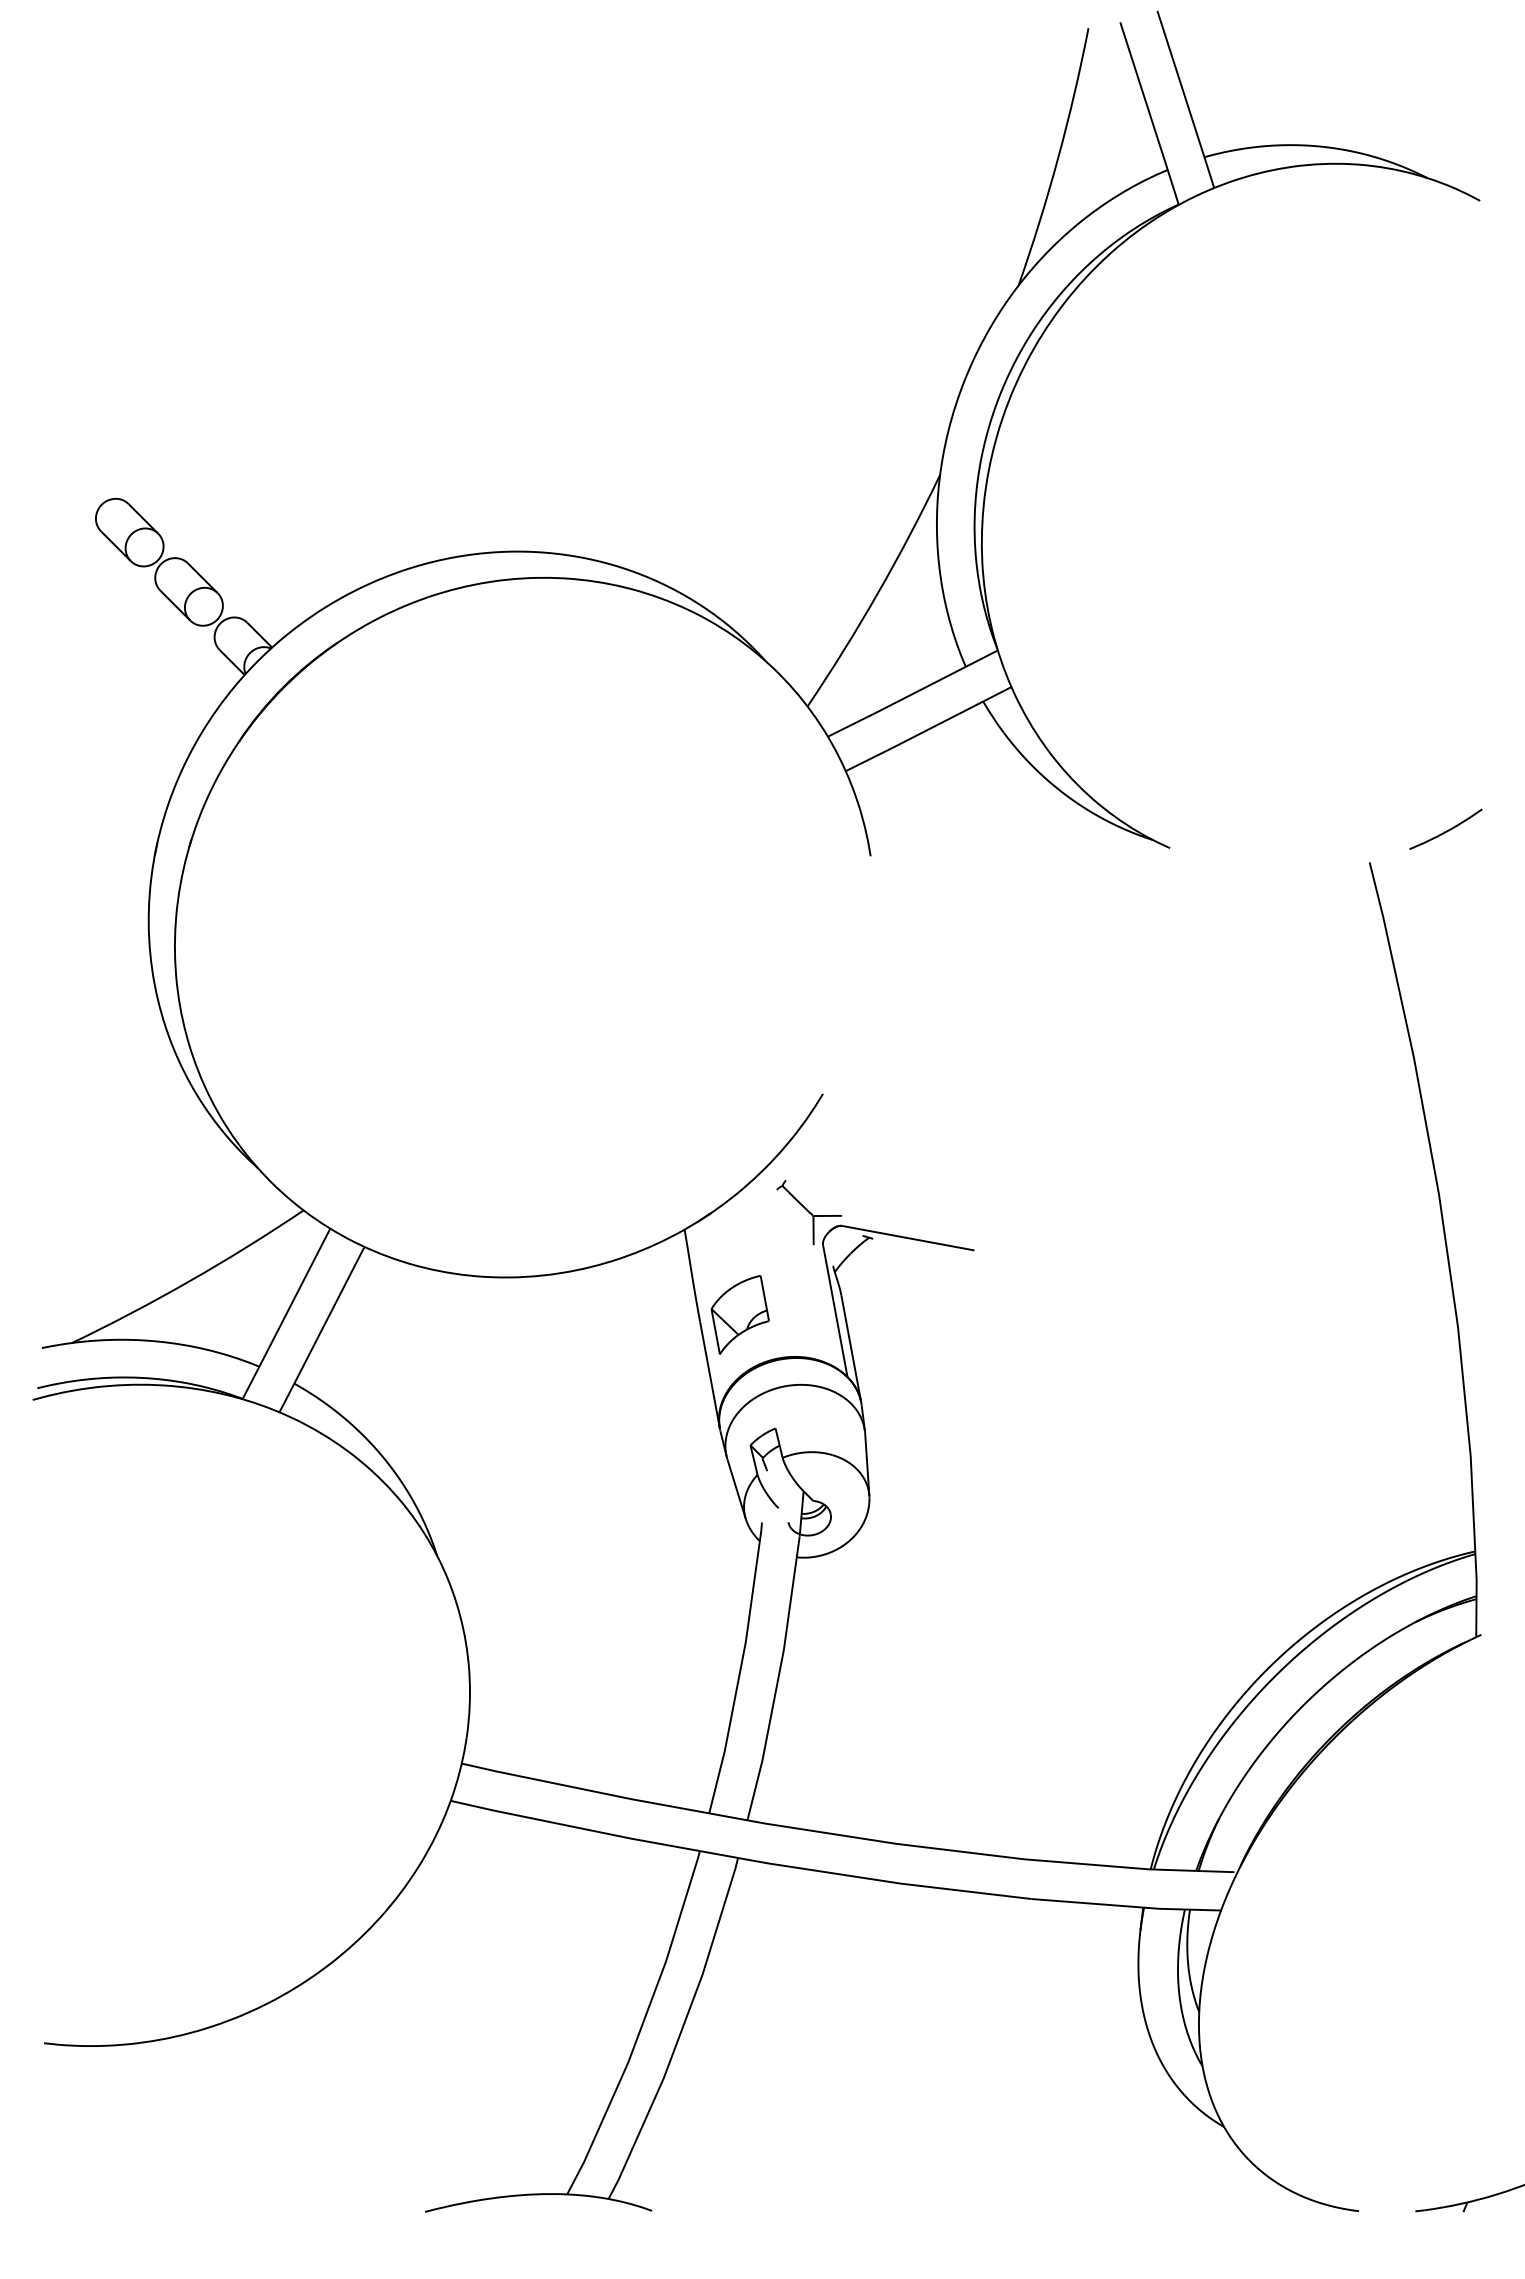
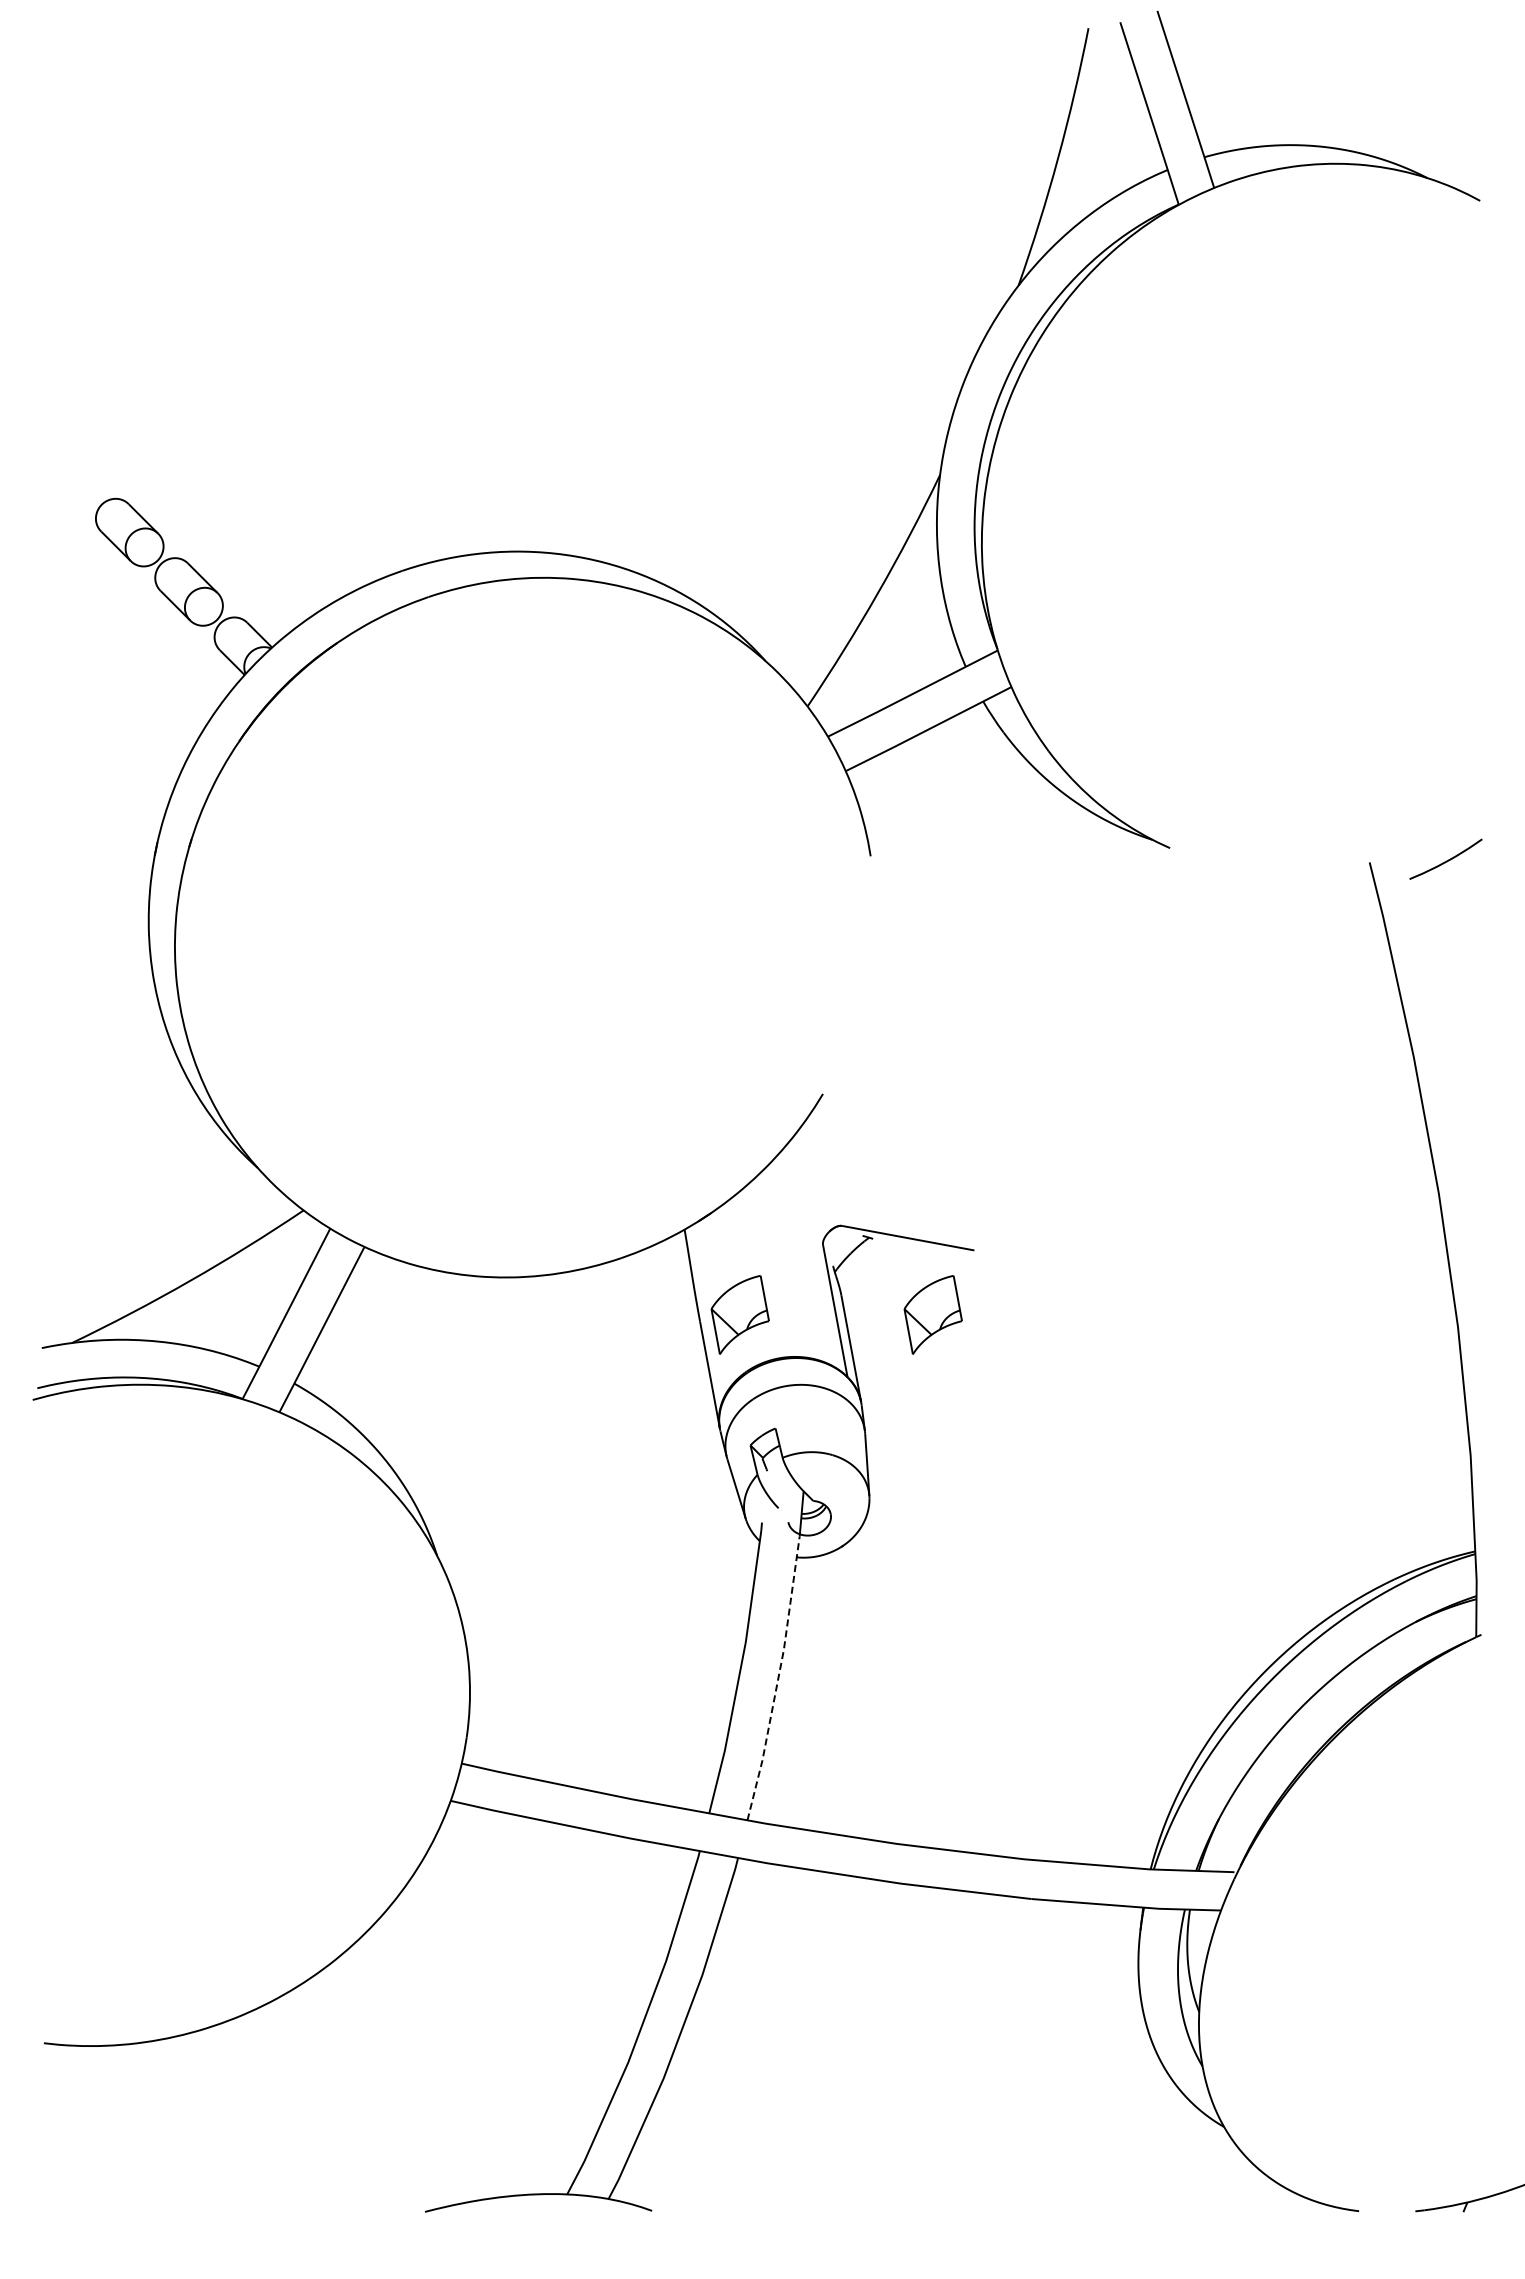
curve at (1446, 830) position: (1446, 830) -> (1446, 860)
part at (808, 1212): present -> none
part at (932, 1314): none -> present
line at (778, 1679): solid -> dashed
